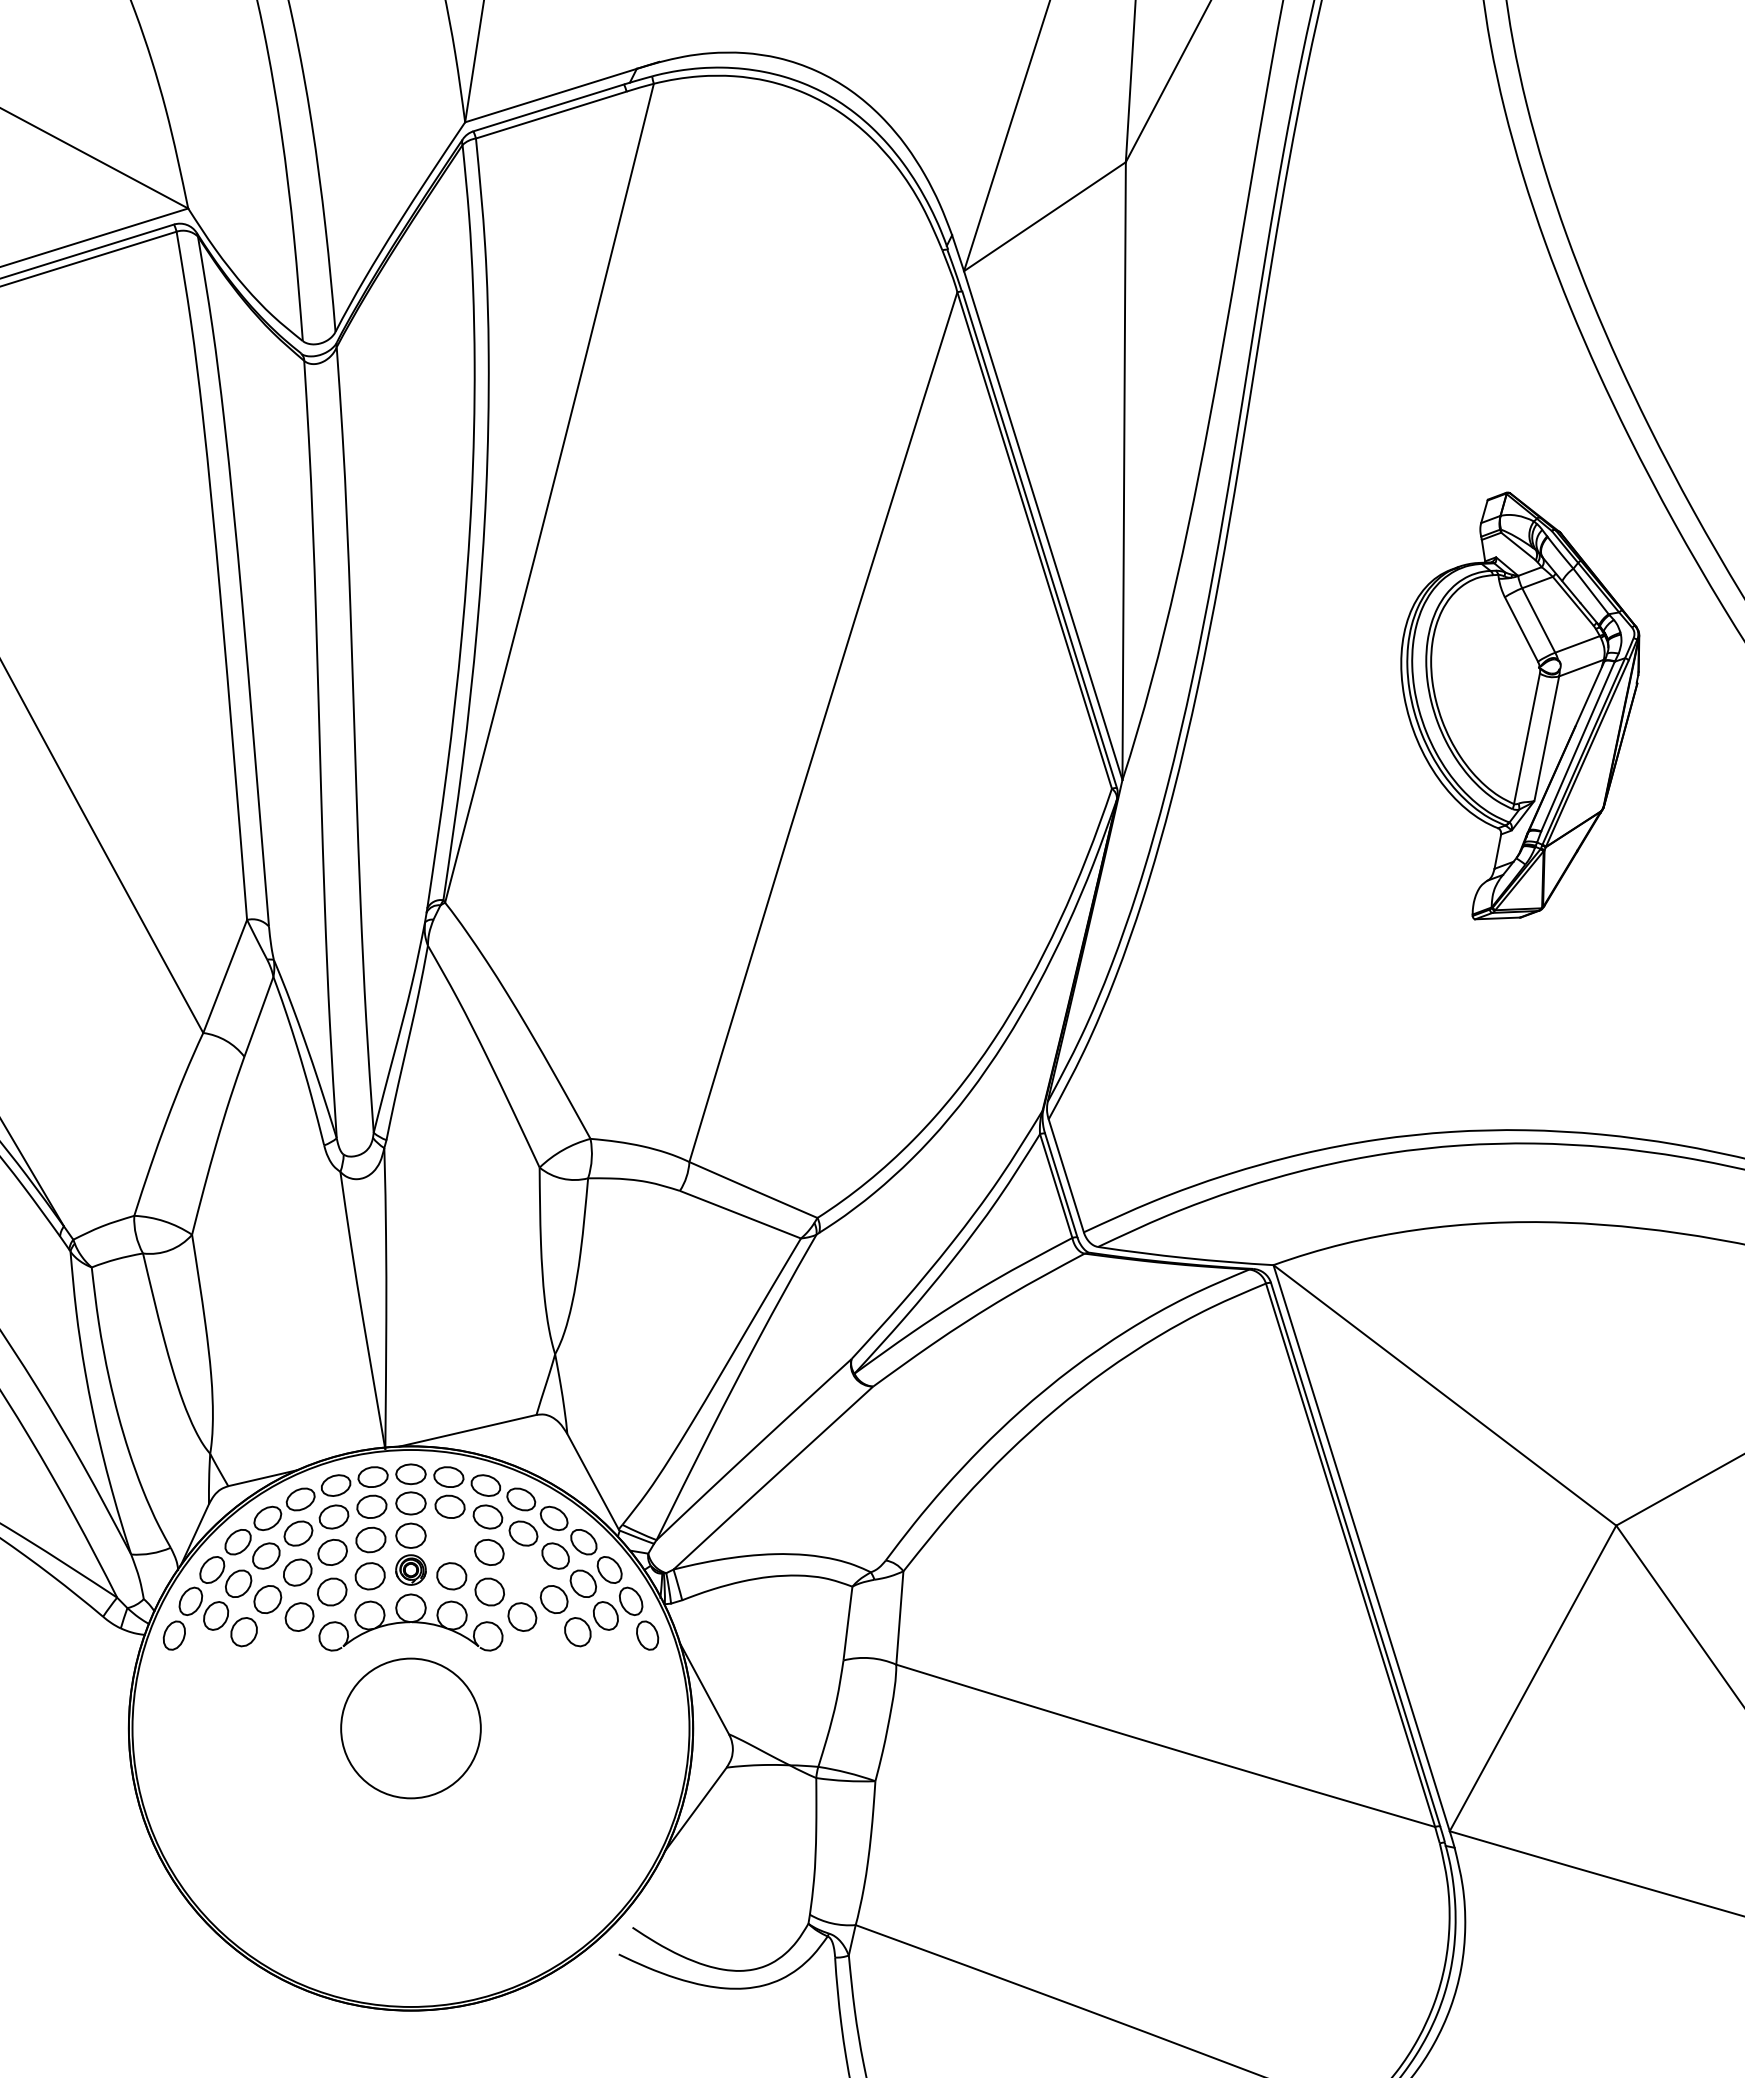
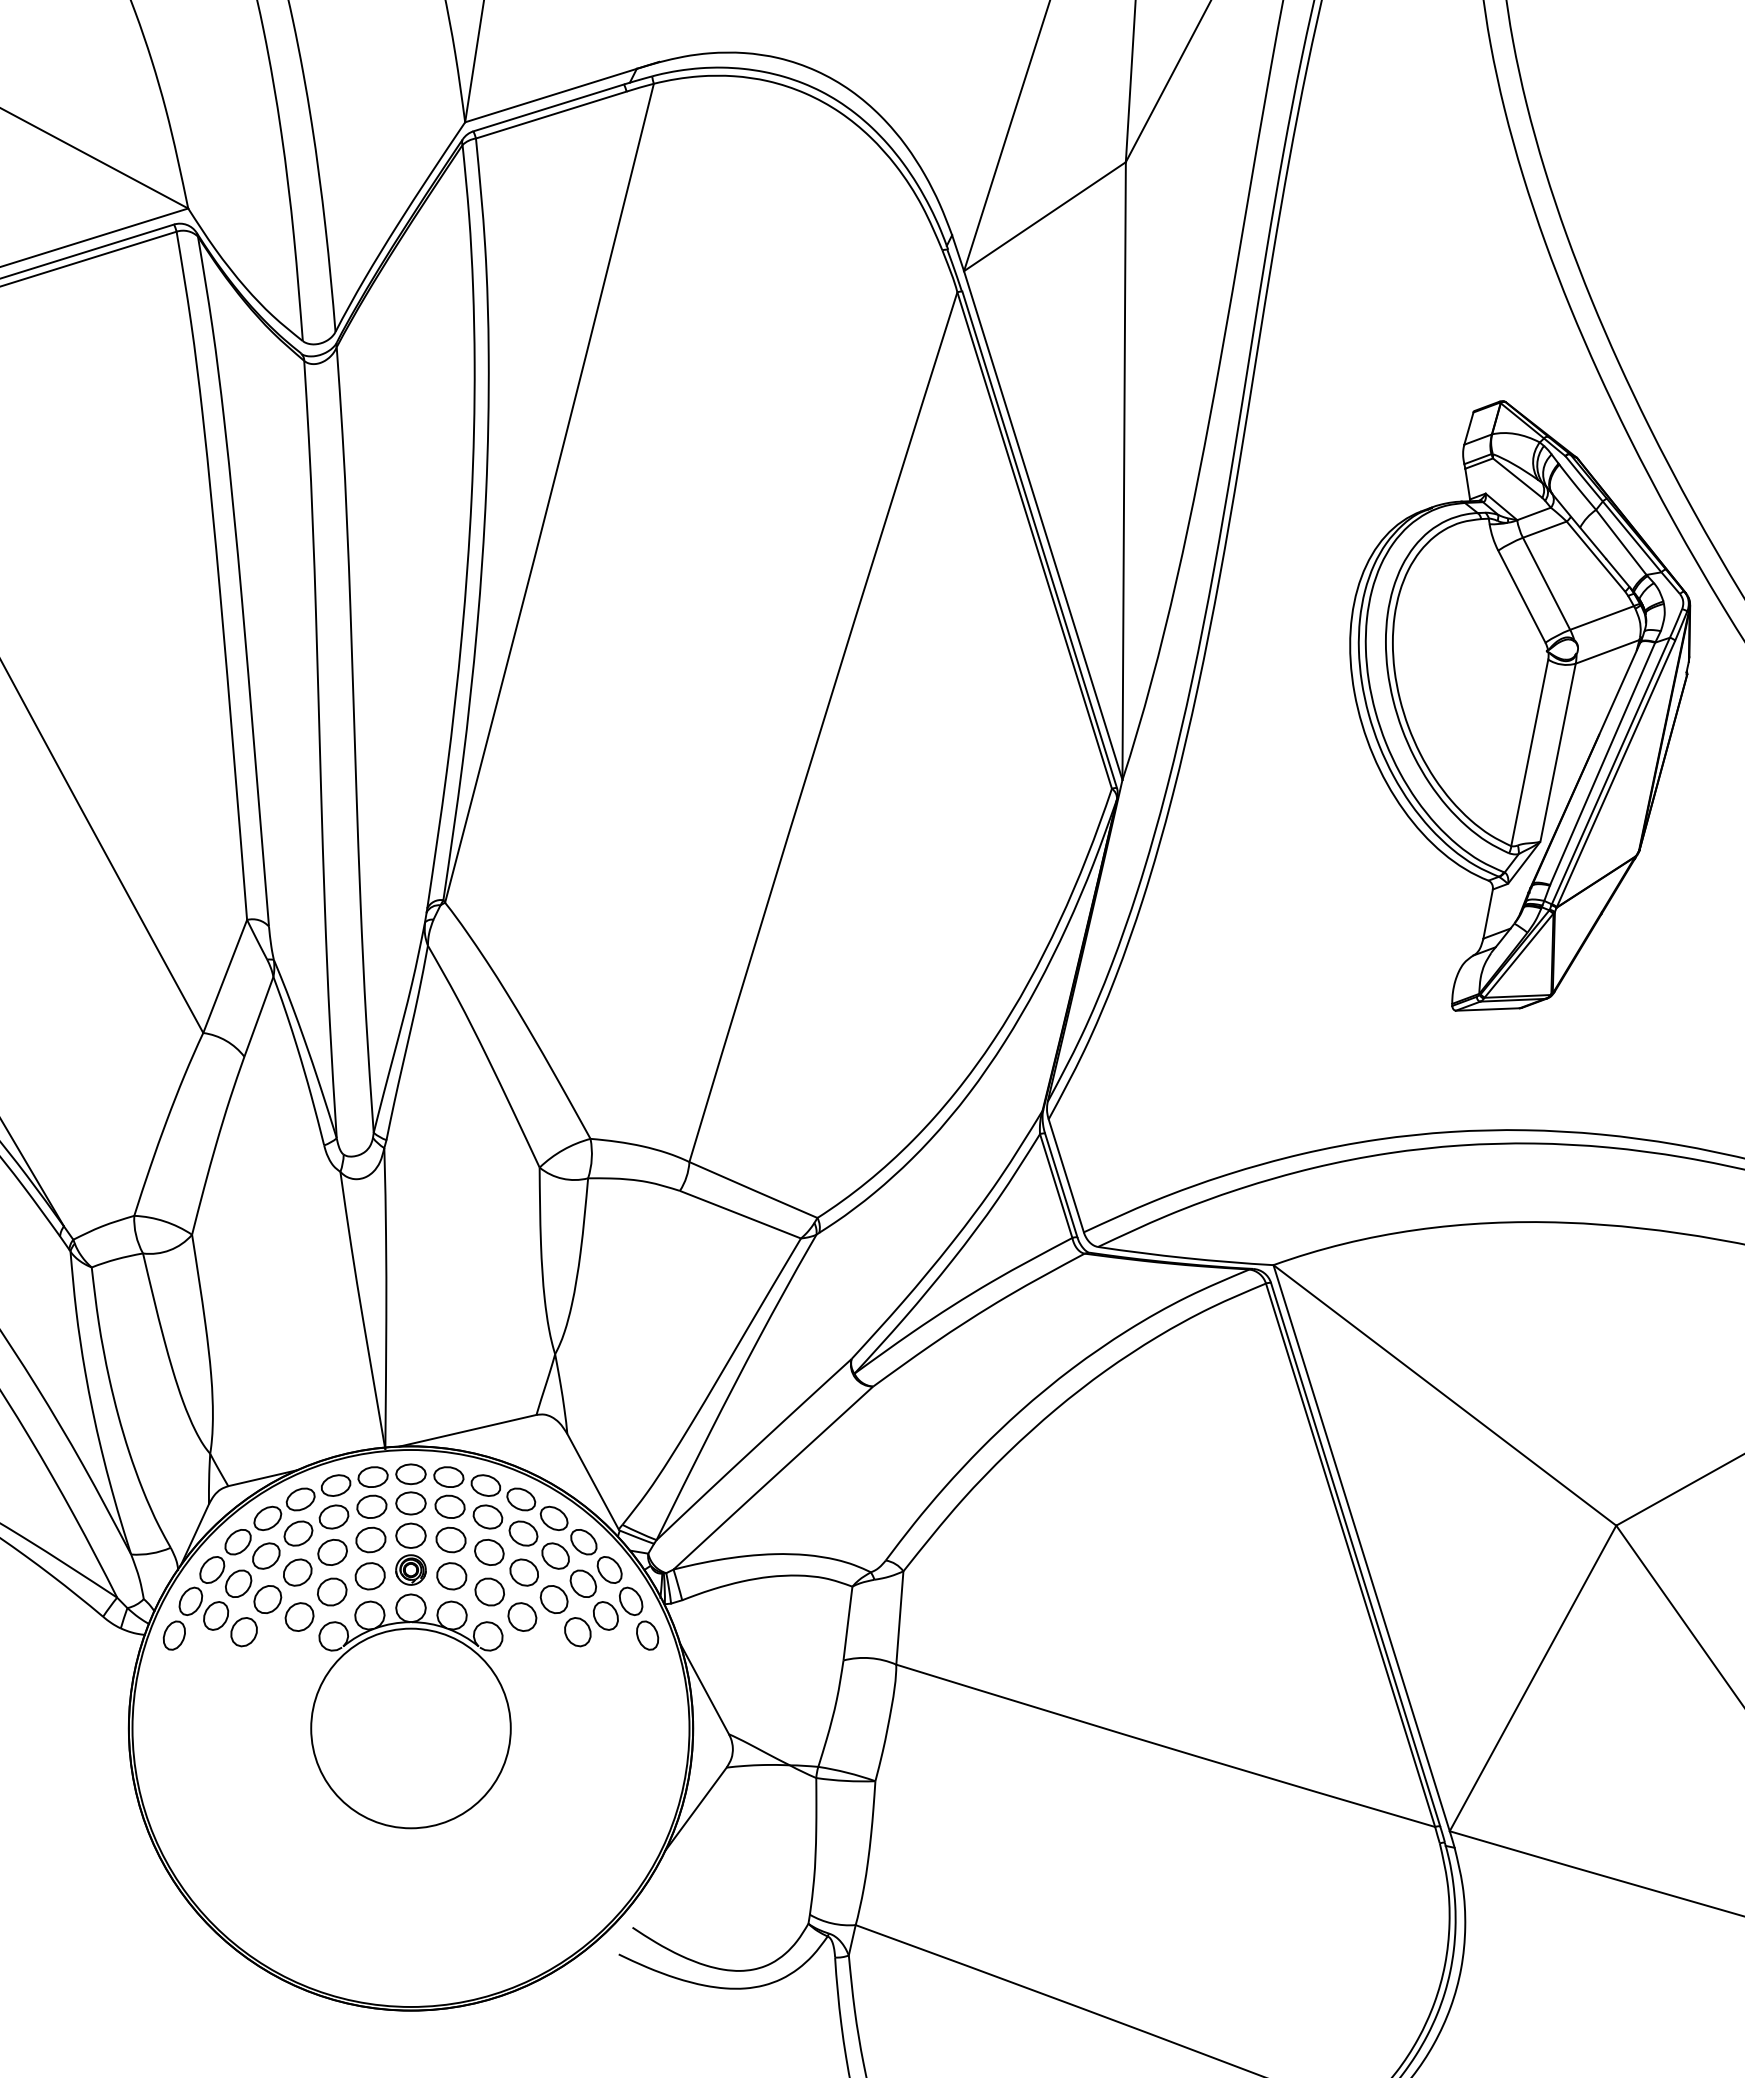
part at (1520, 705) size: 241x430 px -> 343x612 px
part at (450, 1539): none -> present
part at (523, 1572): none -> present
circle at (410, 1728) diameter: 140 px -> 200 px
